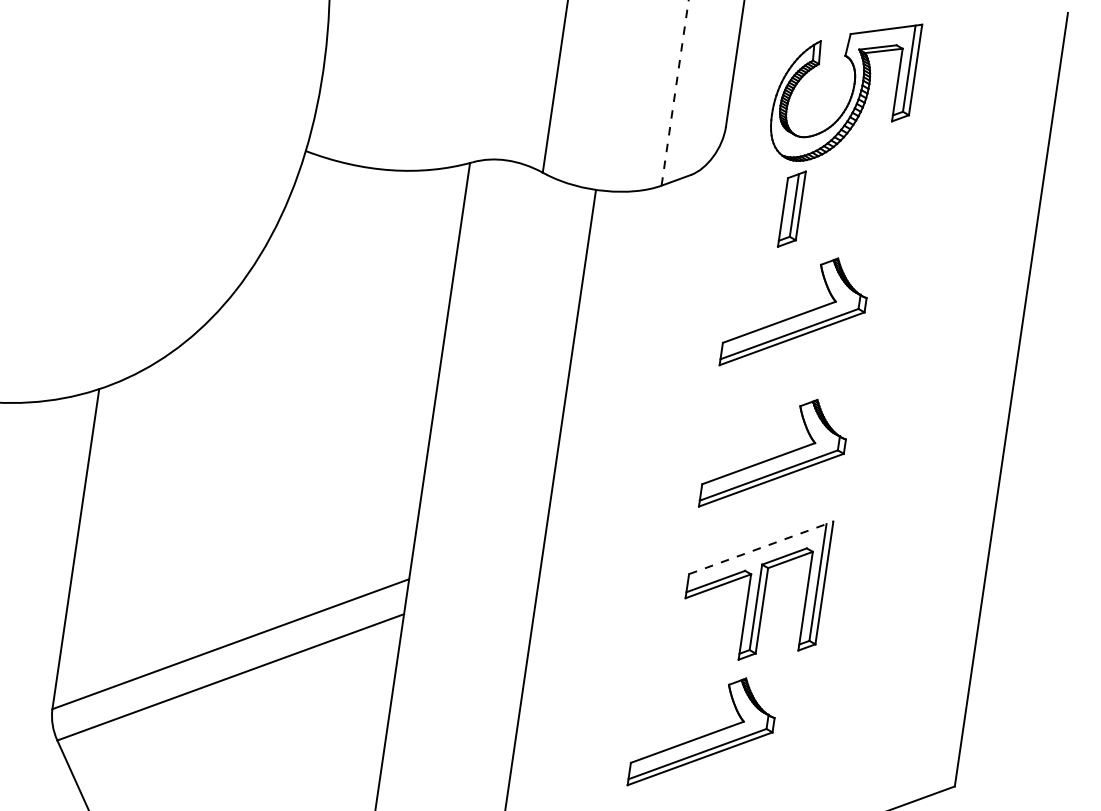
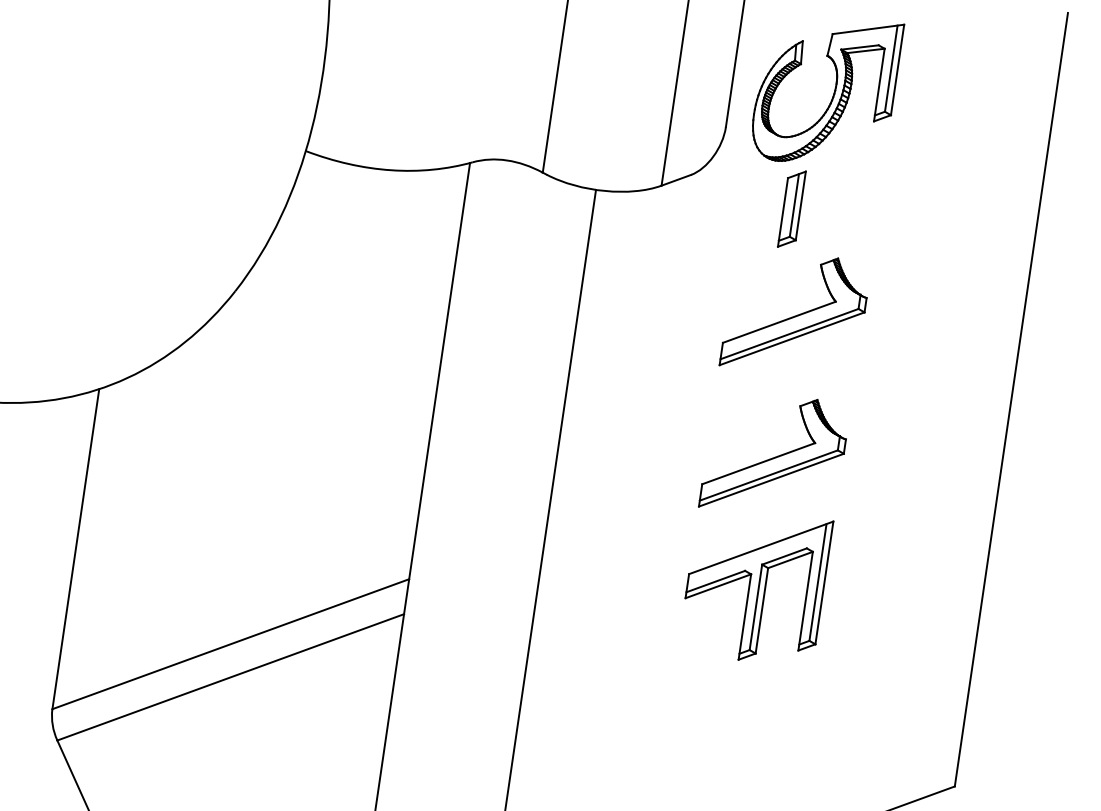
line at (675, 92): dashed -> solid
part at (846, 92) position: (846, 92) -> (828, 92)
line at (761, 547): dashed -> solid
part at (700, 731): present -> none
